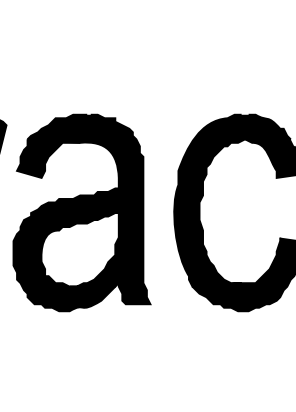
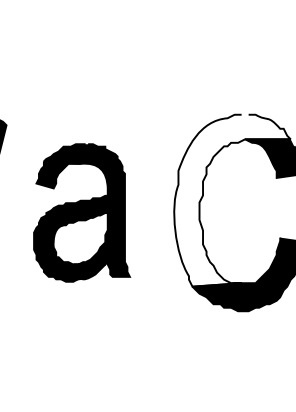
fill at (232, 200): present -> none
part at (81, 212) size: 140x200 px -> 99x140 px
